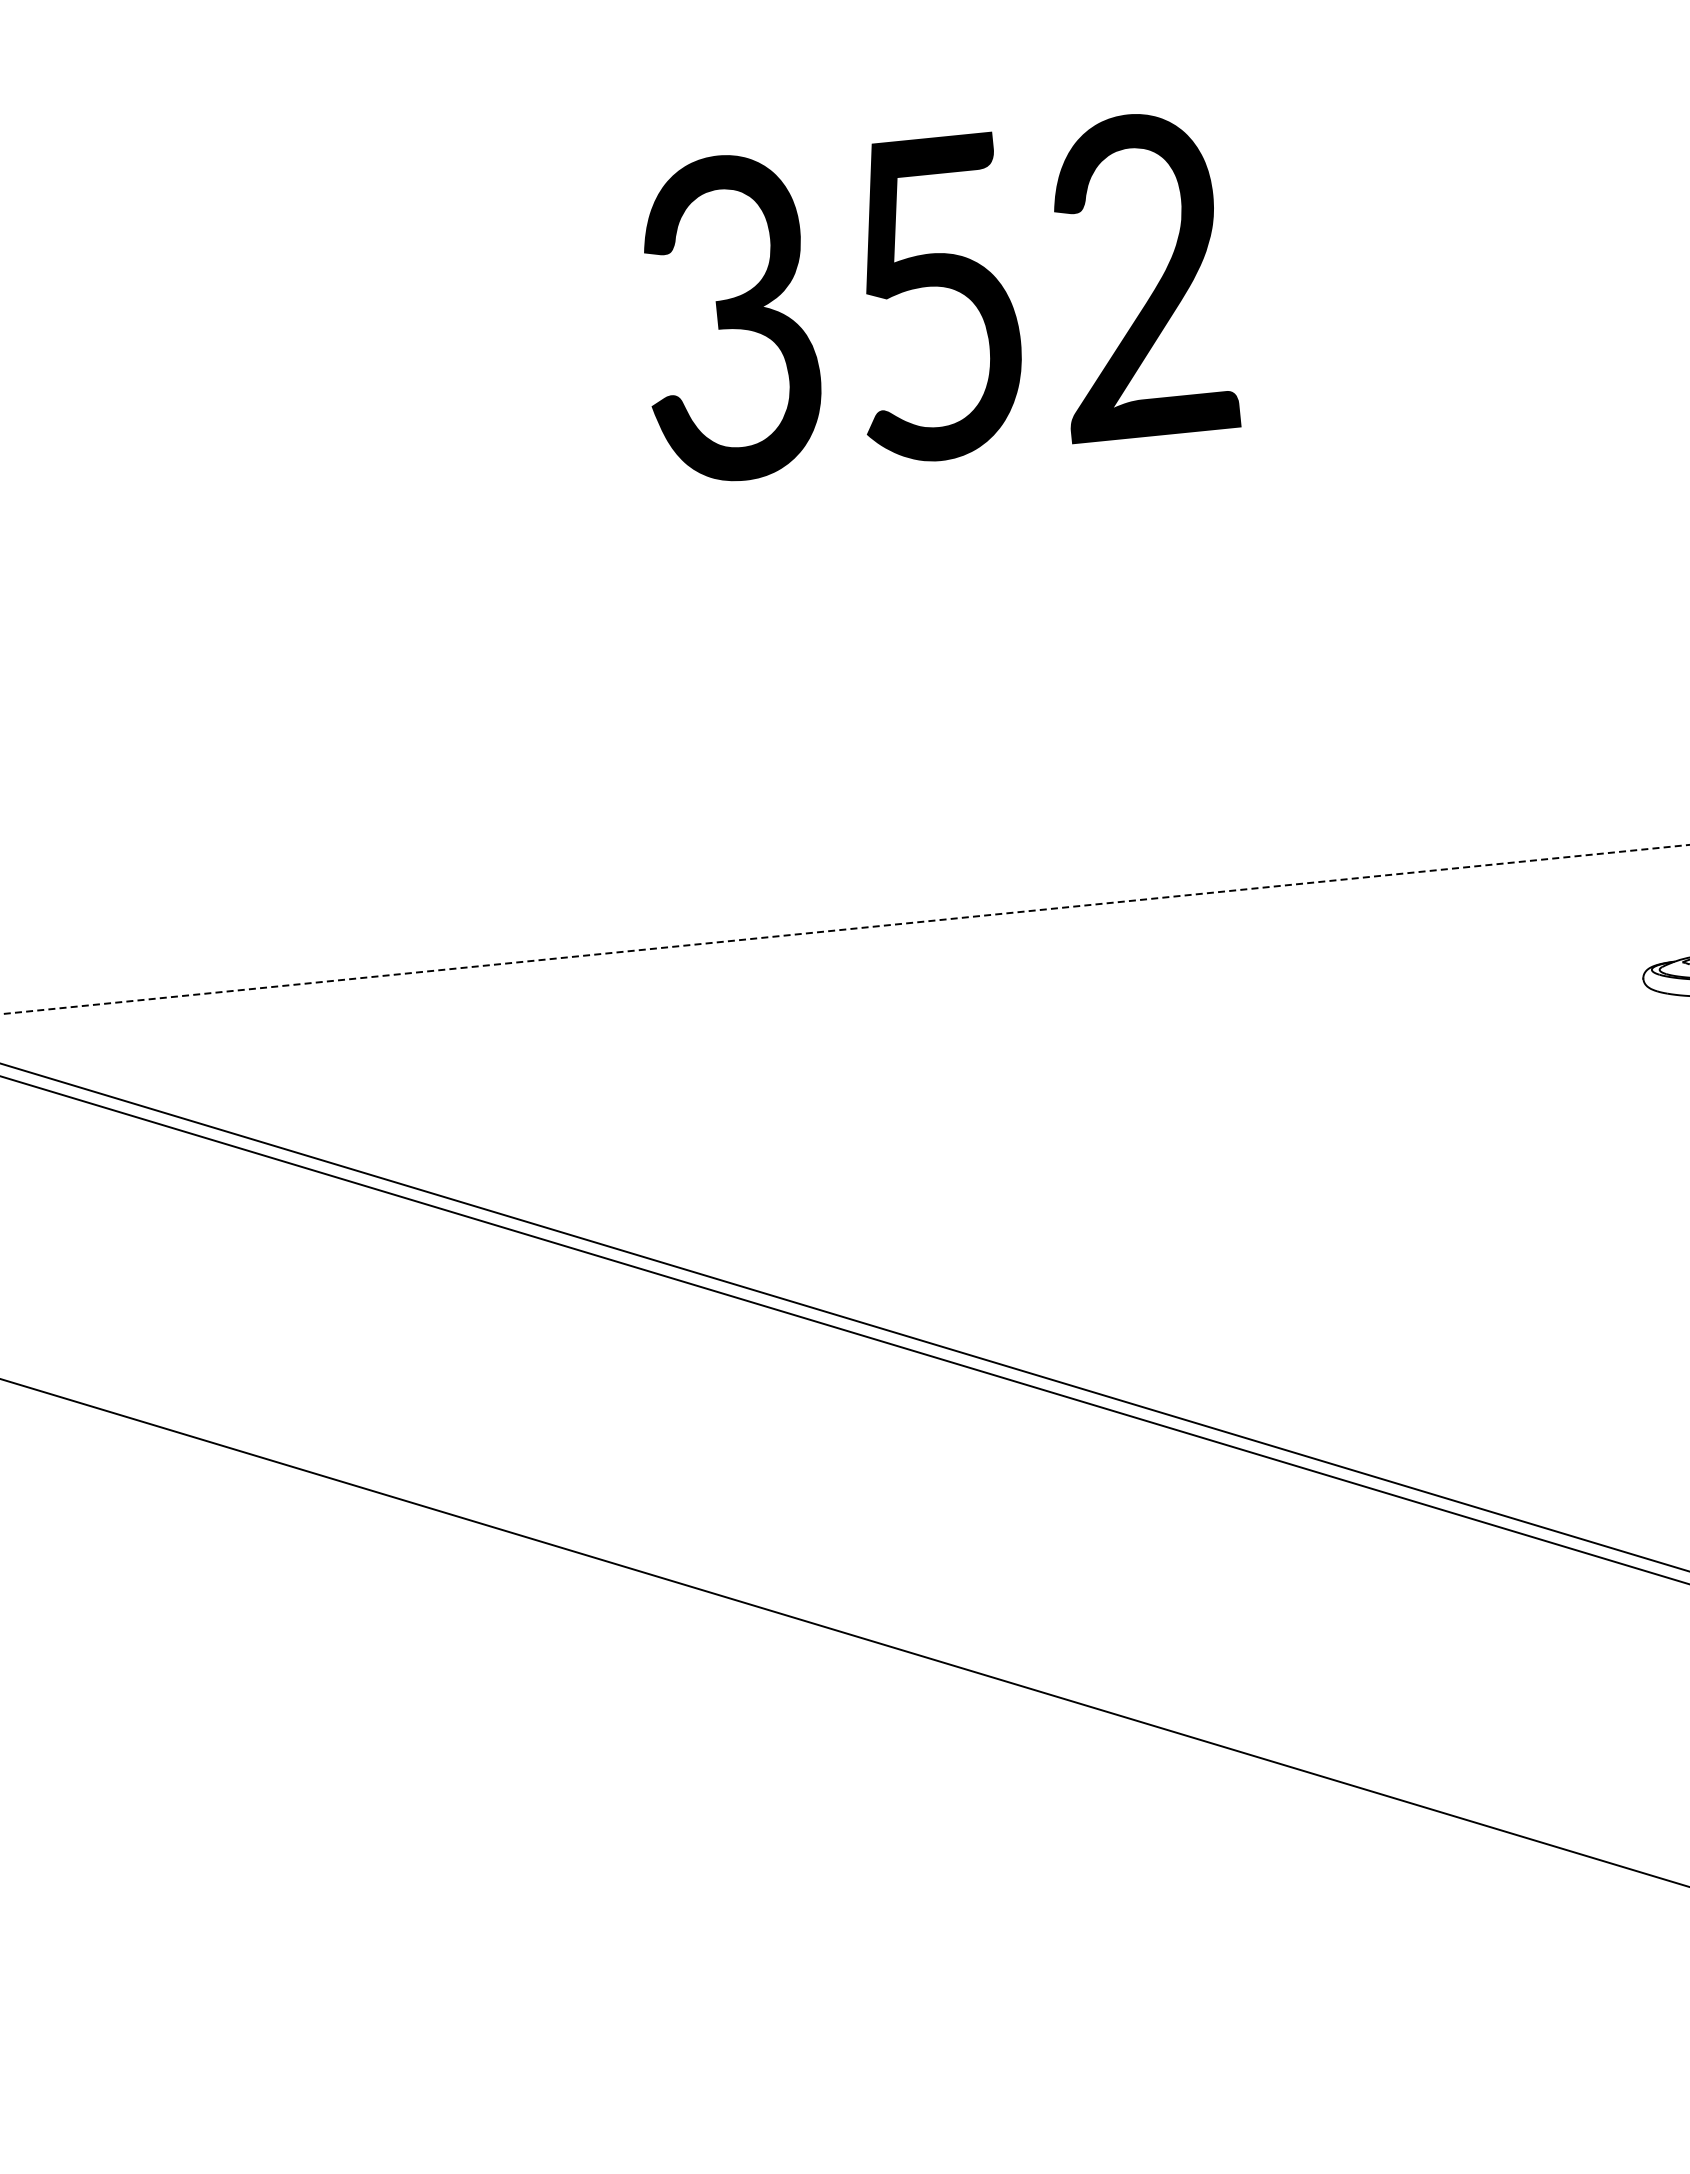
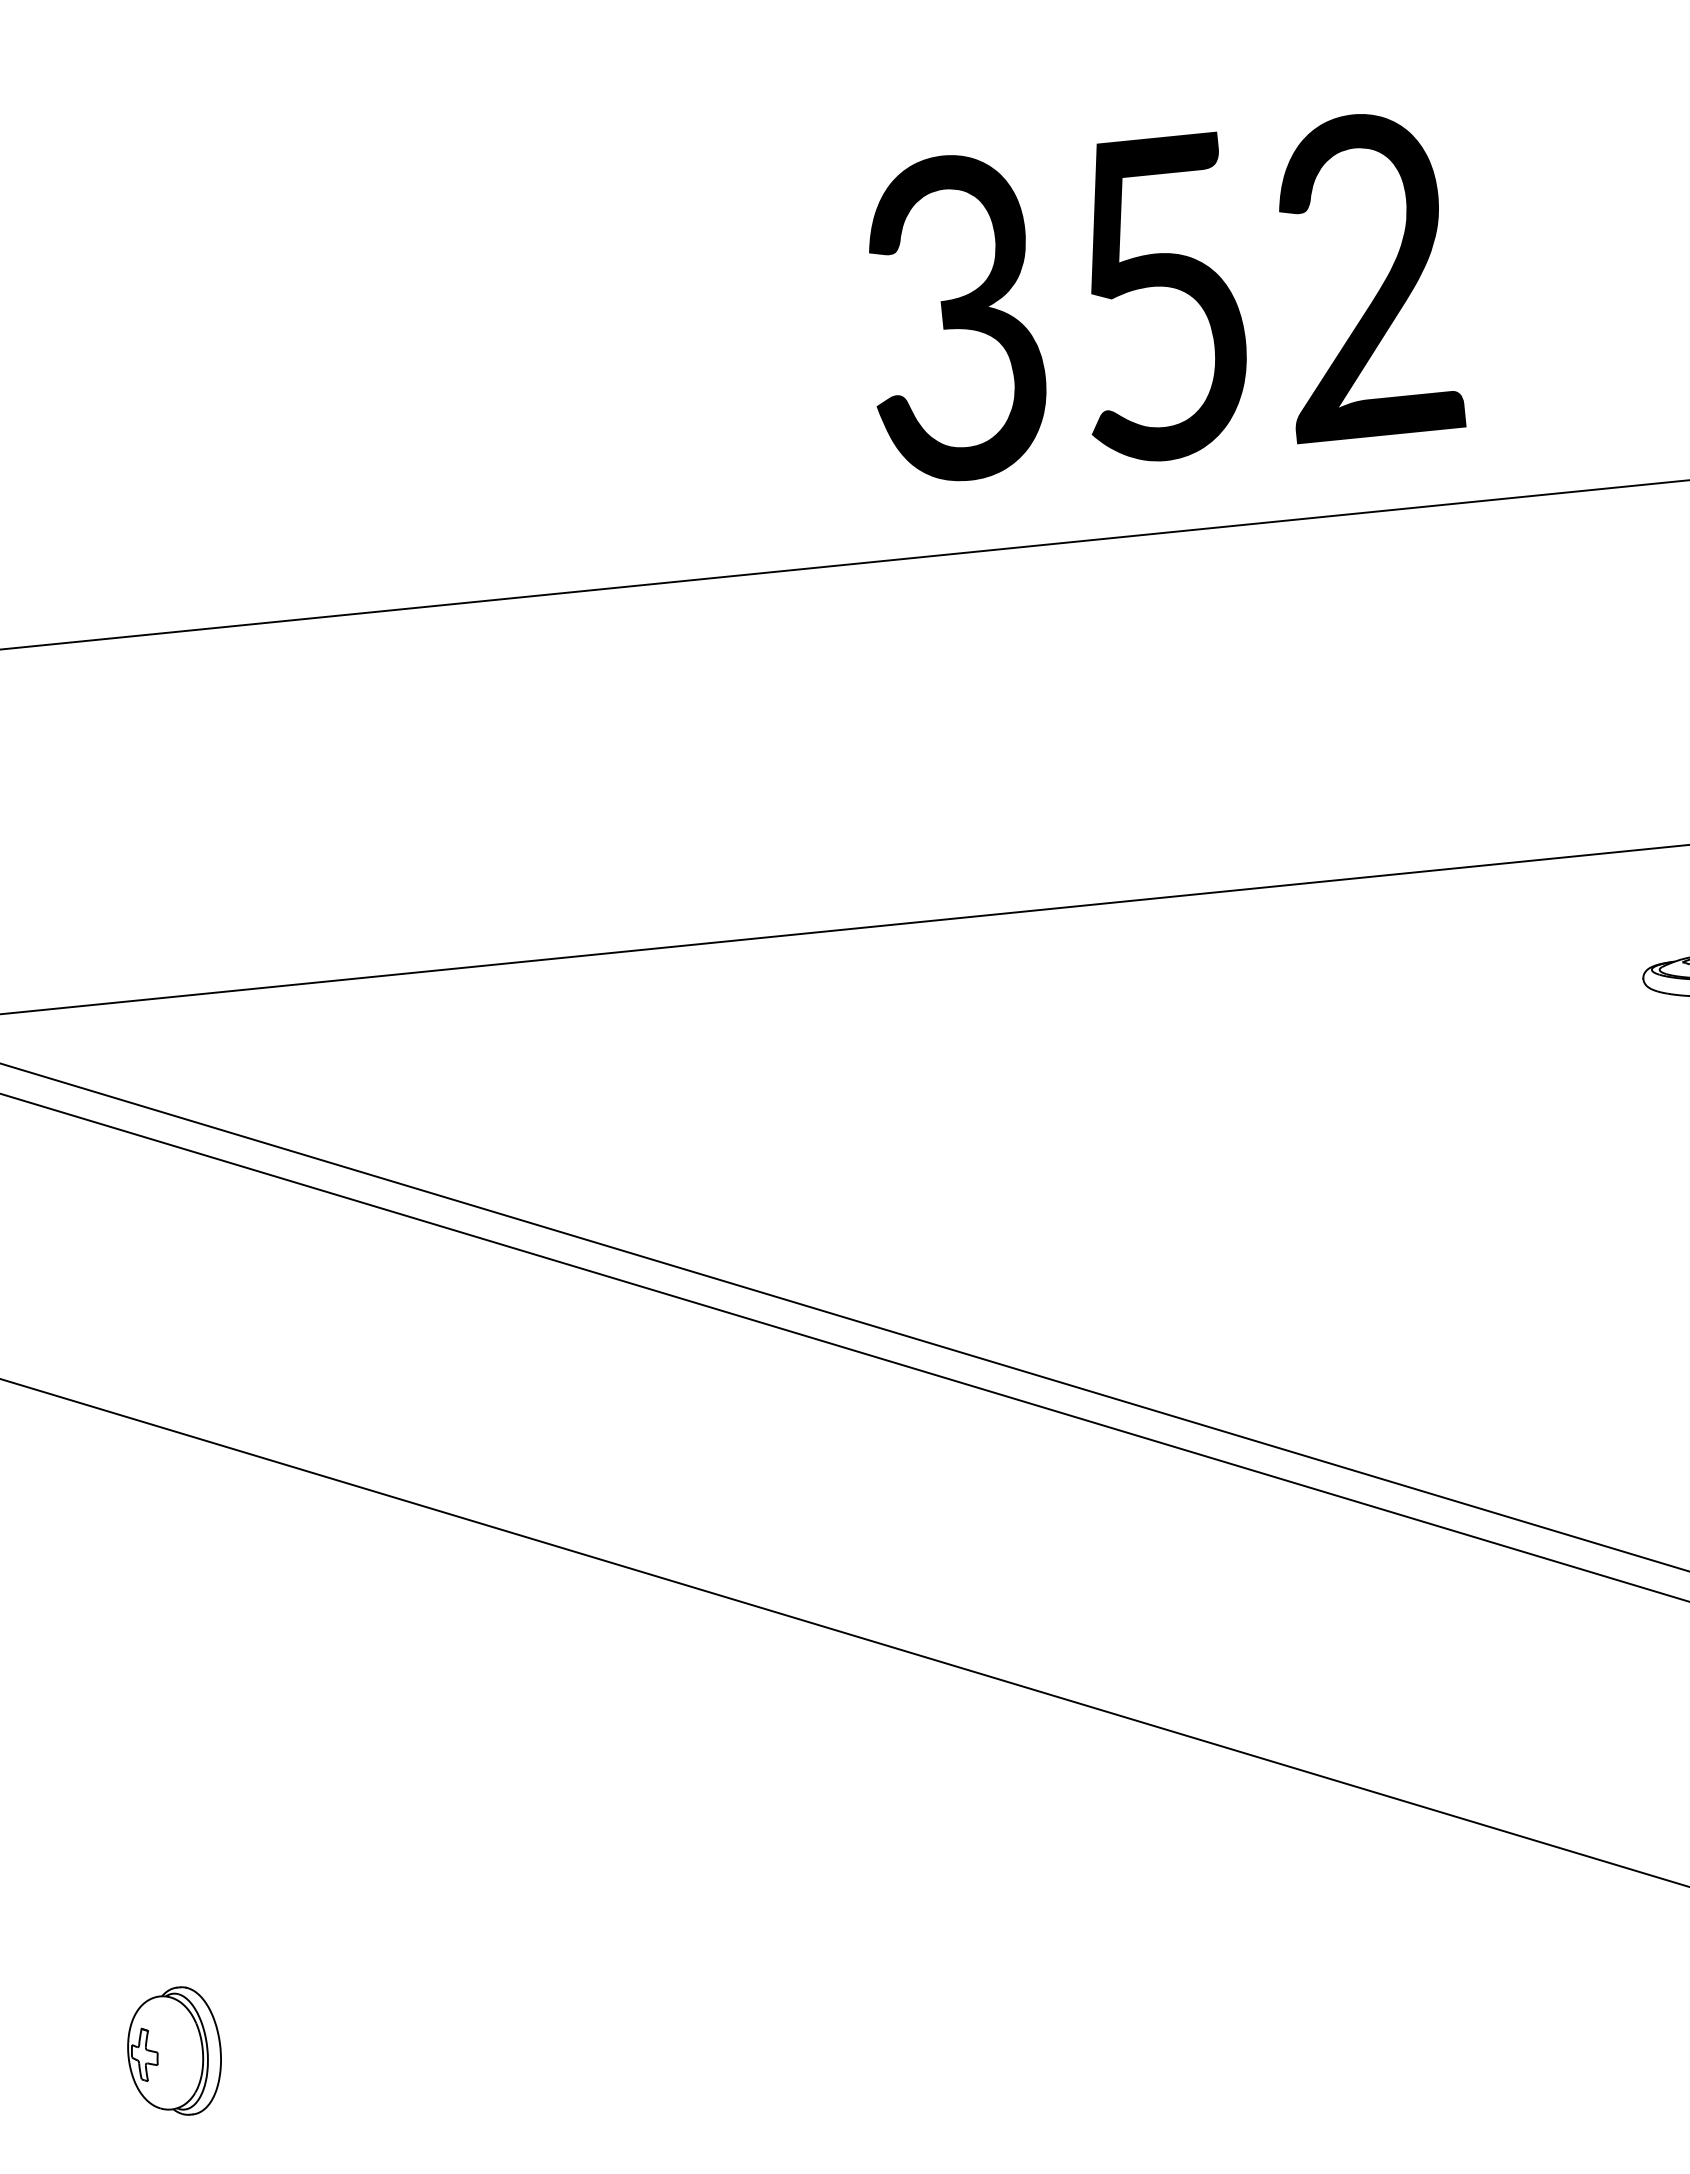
text at (942, 297) position: (942, 297) -> (1167, 297)
line at (844, 564): none -> present
line at (844, 929): dashed -> solid
line at (844, 1330) position: (844, 1330) -> (844, 1347)
part at (174, 2050): none -> present
